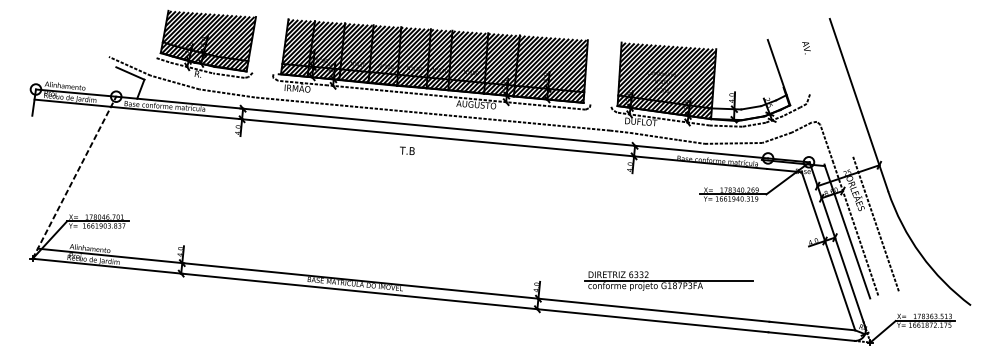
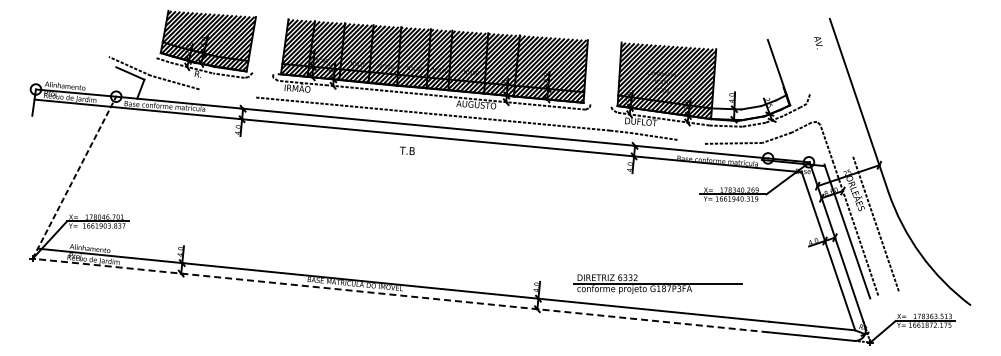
text at (806, 48) position: (806, 48) -> (818, 43)
line at (226, 93): present -> none
line at (691, 141): present -> none
part at (668, 280) position: (668, 280) -> (657, 283)
line at (400, 295): solid -> dashed
